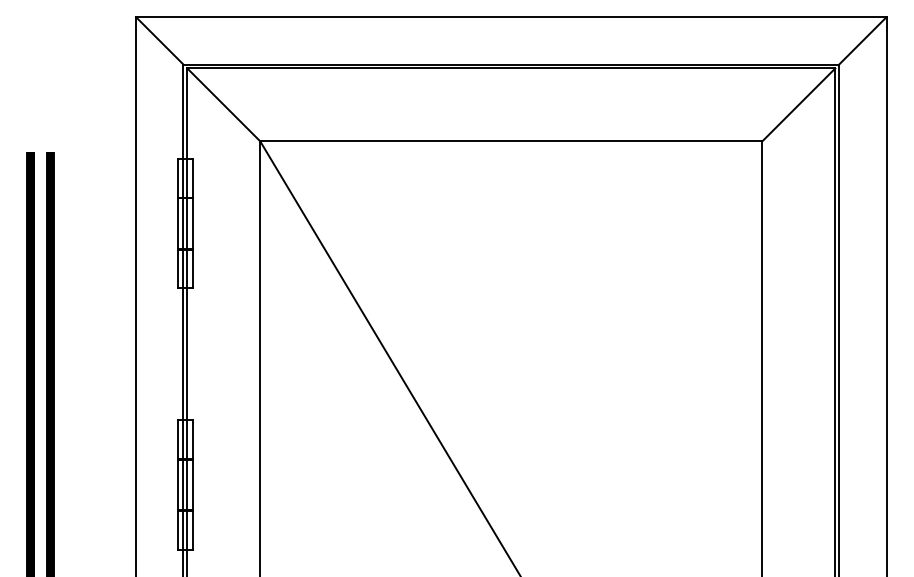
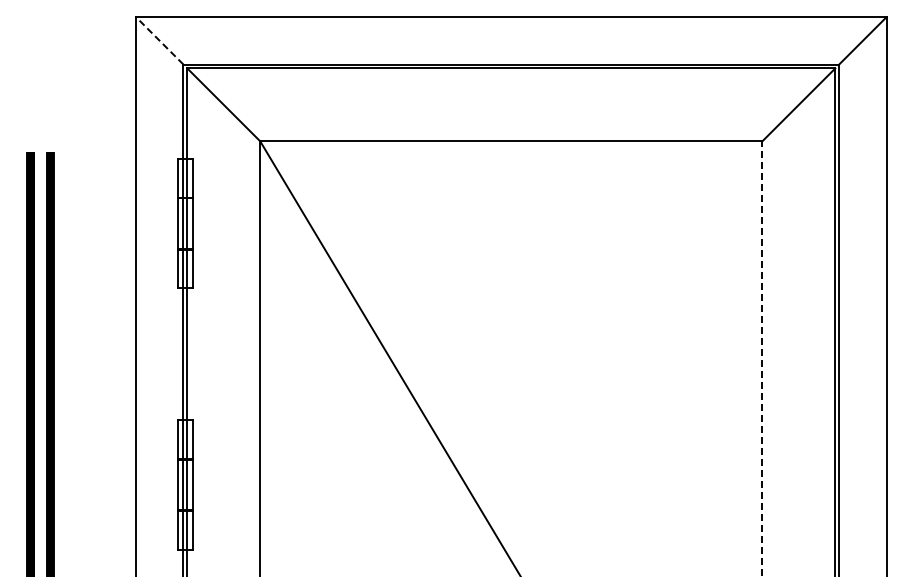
line at (159, 40): solid -> dashed
line at (762, 358): solid -> dashed
